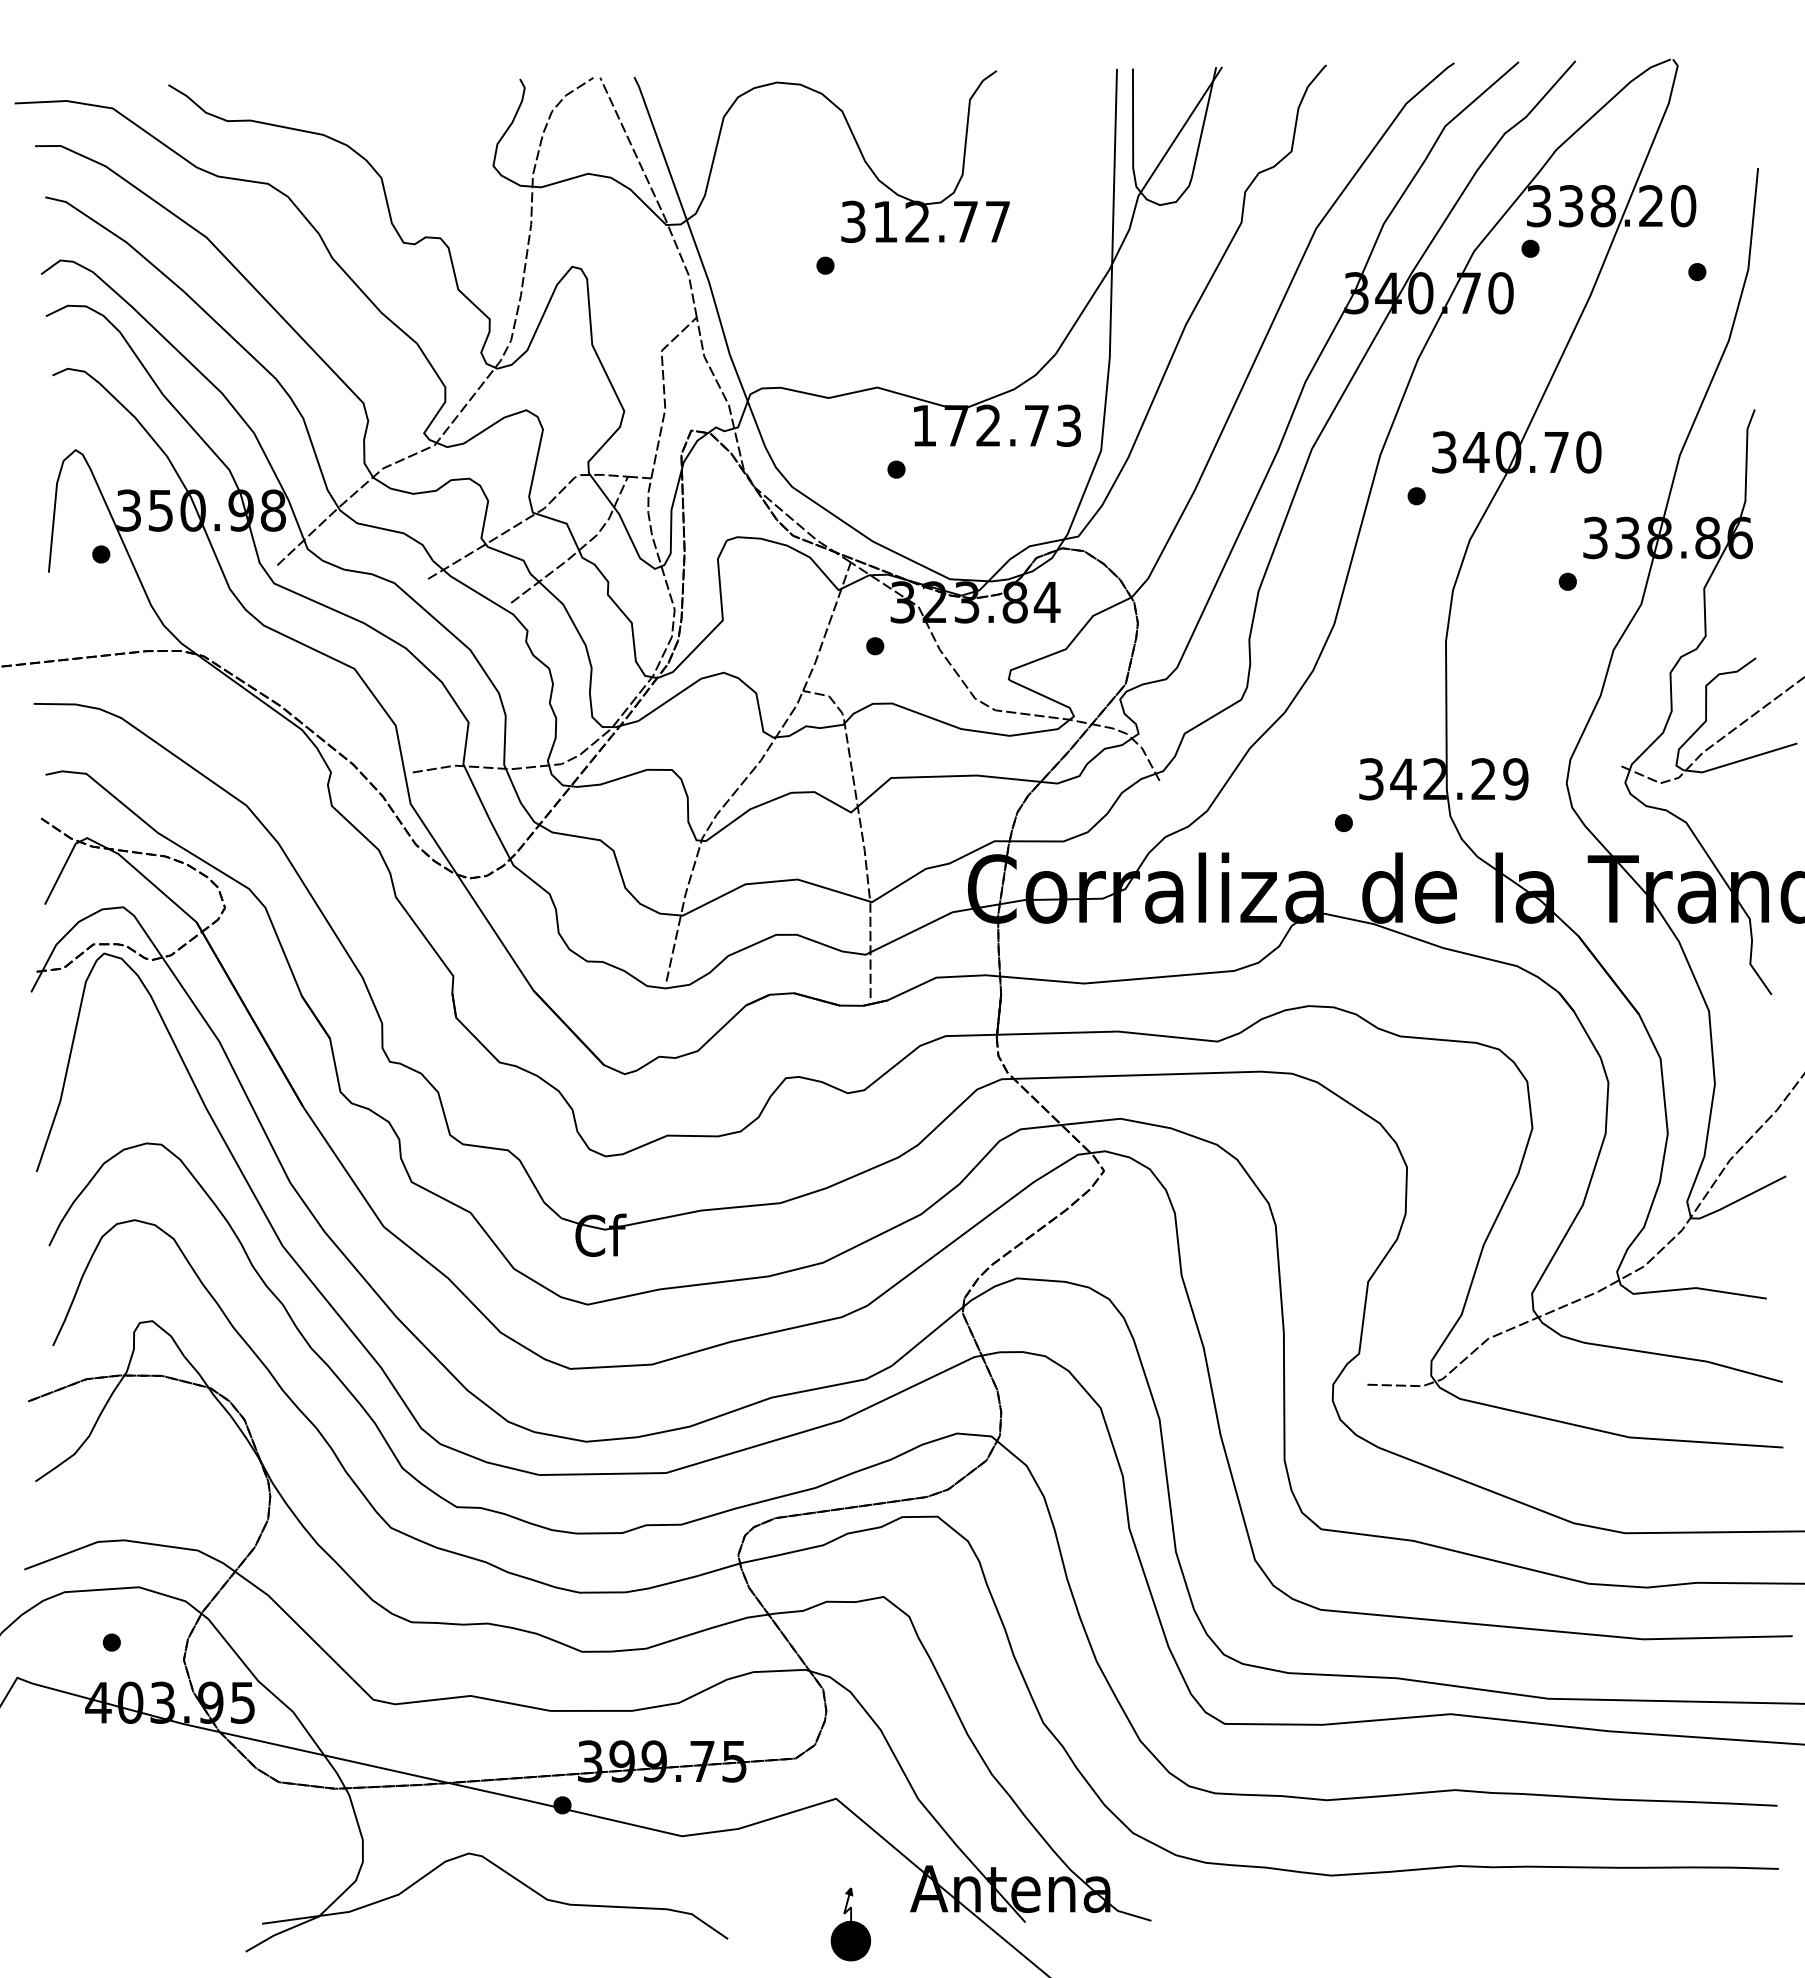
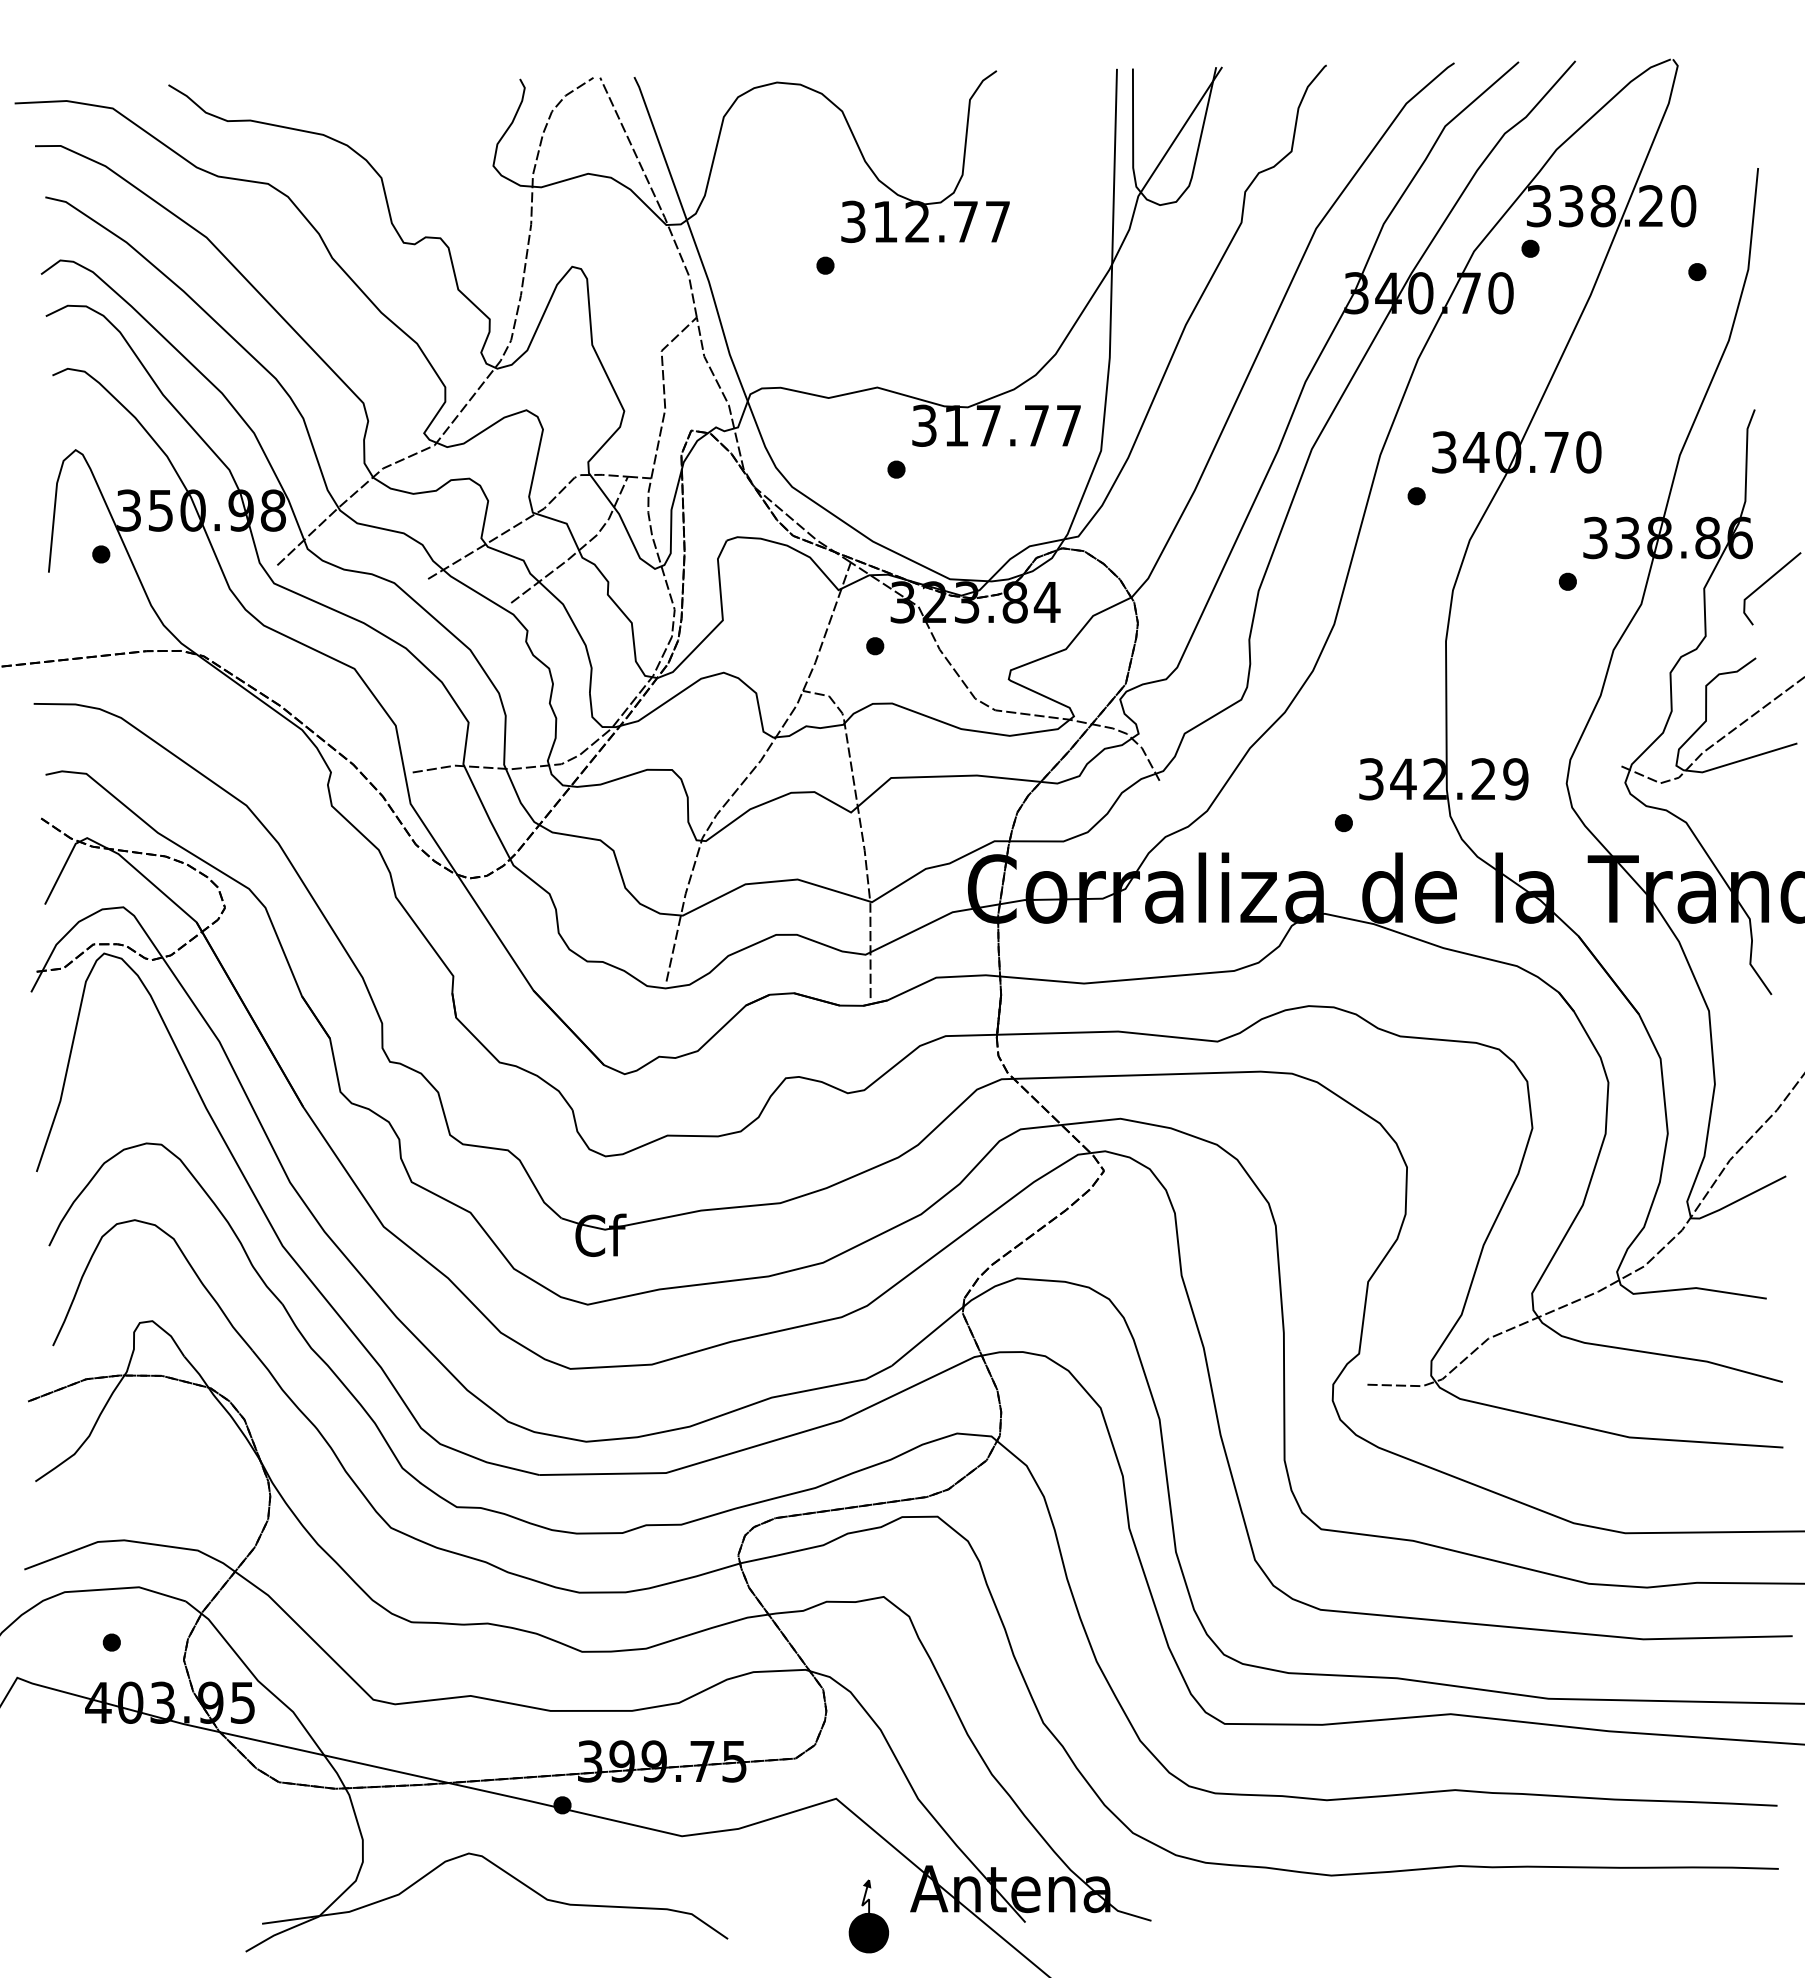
text at (996, 425): 172.73 -> 317.77
line at (1768, 581): none -> present
part at (850, 1924) position: (850, 1924) -> (868, 1916)
